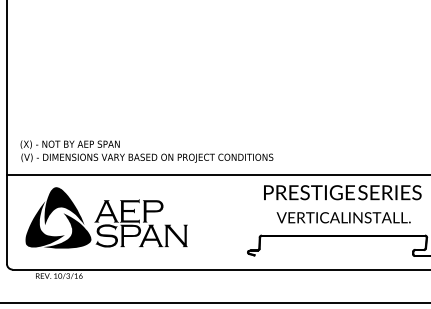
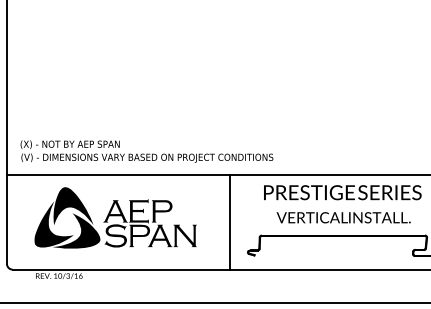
part at (106, 217) position: (106, 217) -> (115, 217)
line at (230, 221): none -> present
